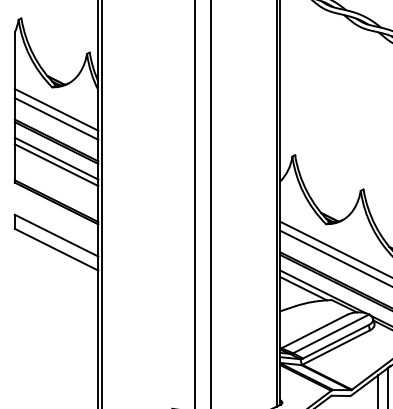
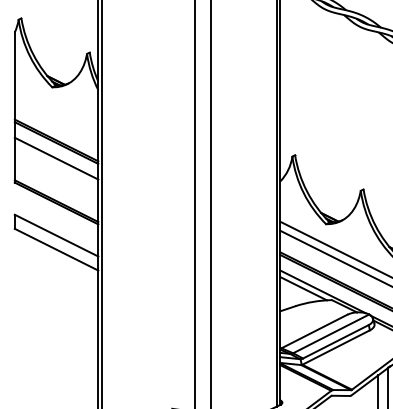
line at (56, 109): present -> none
line at (56, 118): present -> none
line at (56, 165): present -> none
